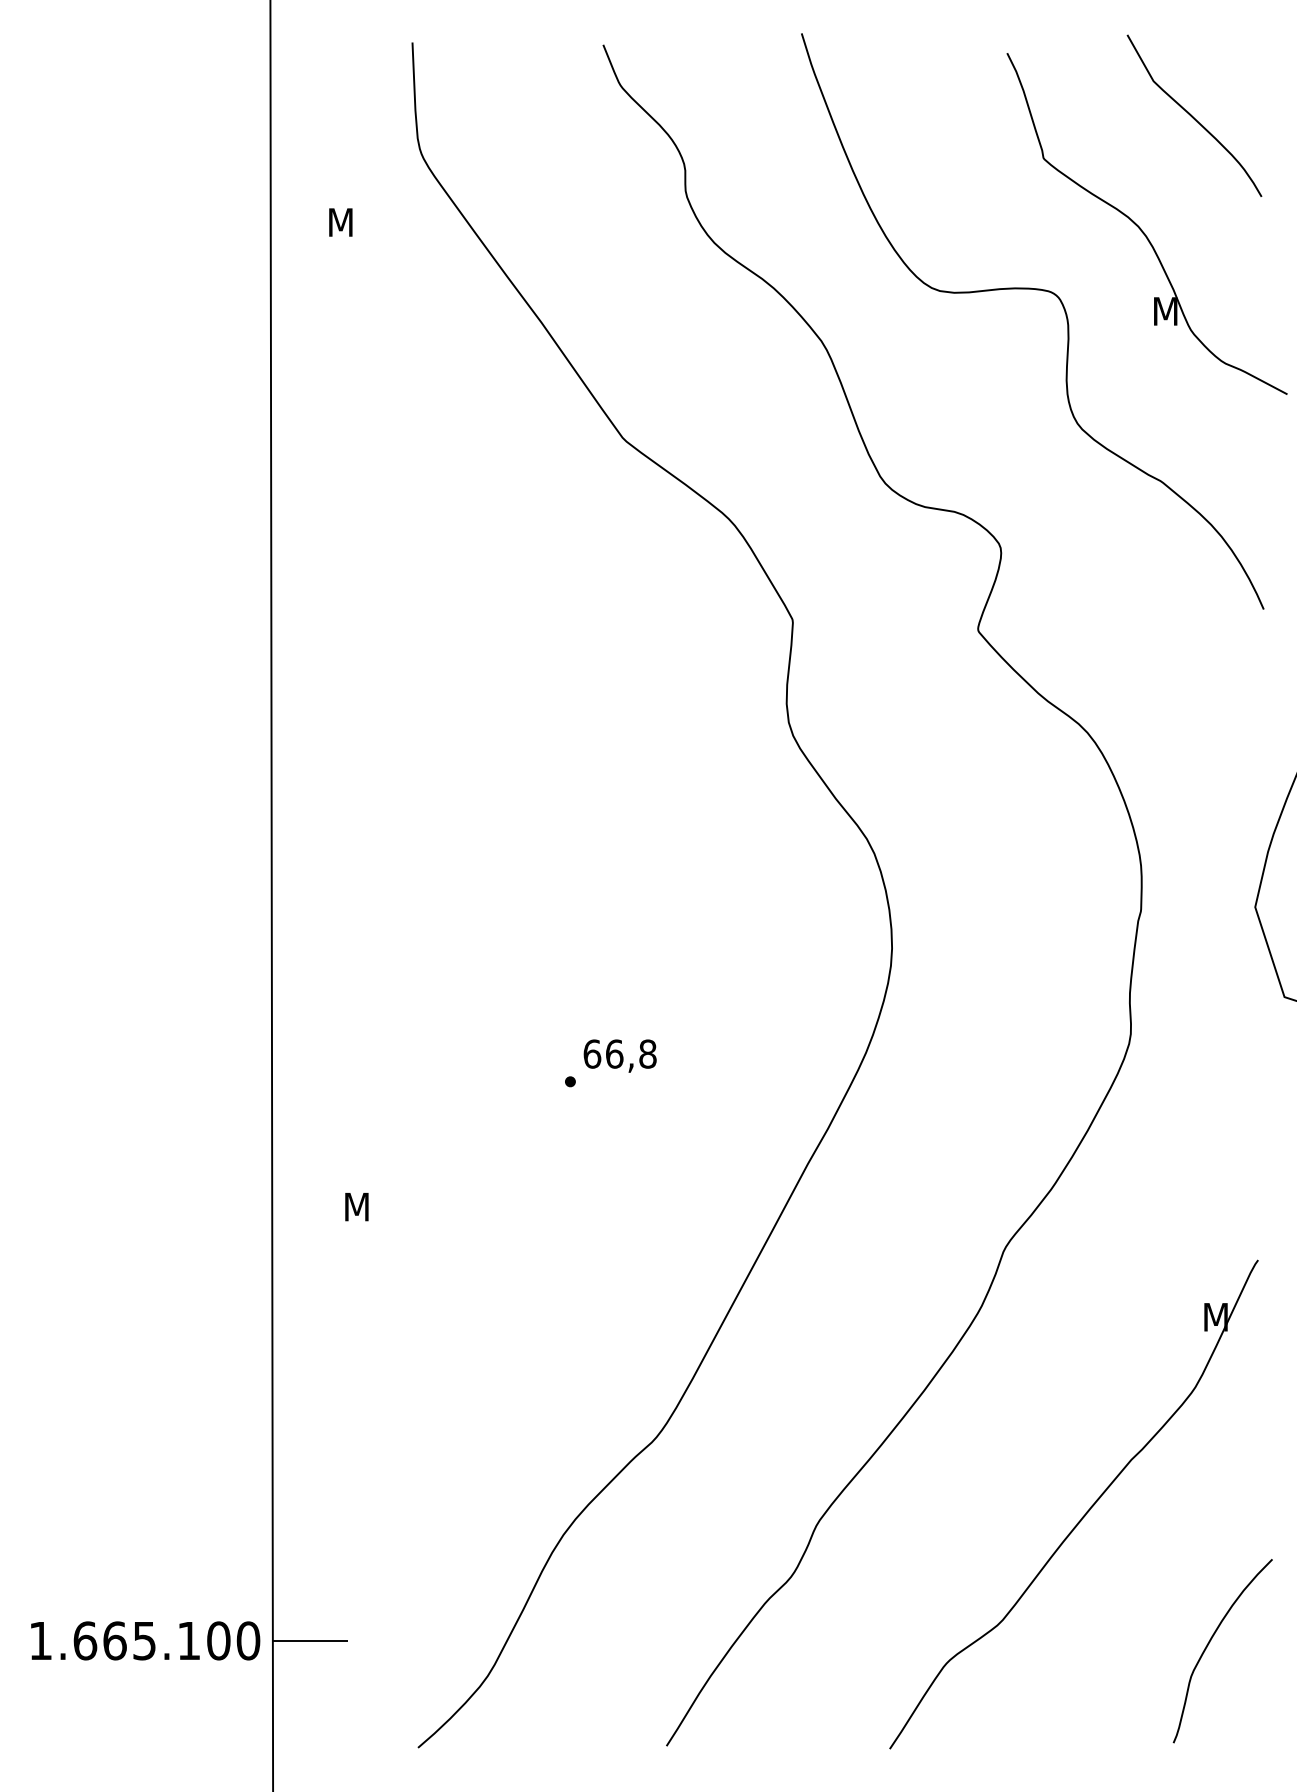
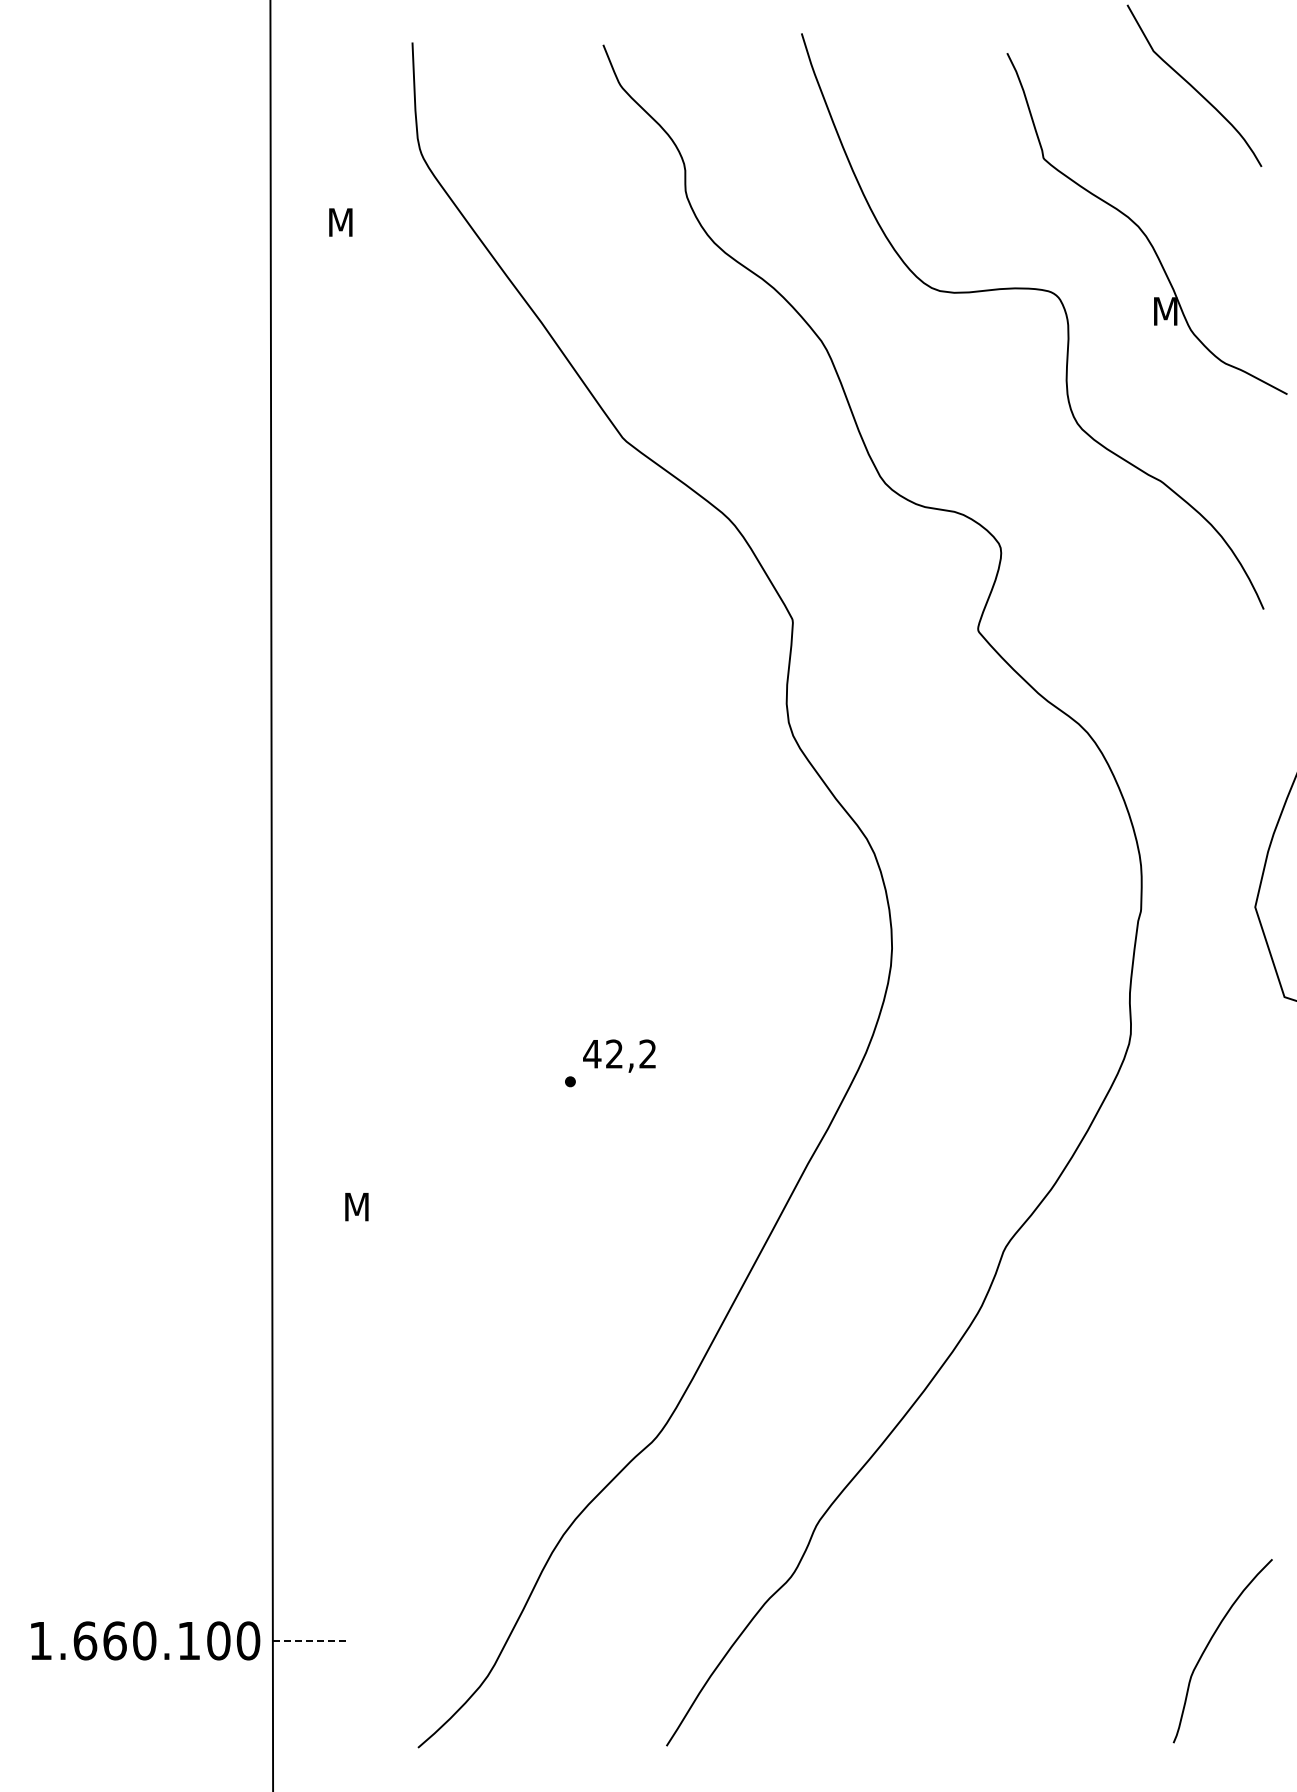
curve at (1193, 116) position: (1193, 116) -> (1193, 86)
text at (619, 1053): 66,8 -> 42,2
part at (1086, 1511): present -> none
text at (144, 1640): 1.665.100 -> 1.660.100
line at (310, 1640): solid -> dashed
